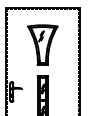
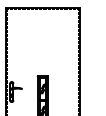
part at (42, 44): present -> none
